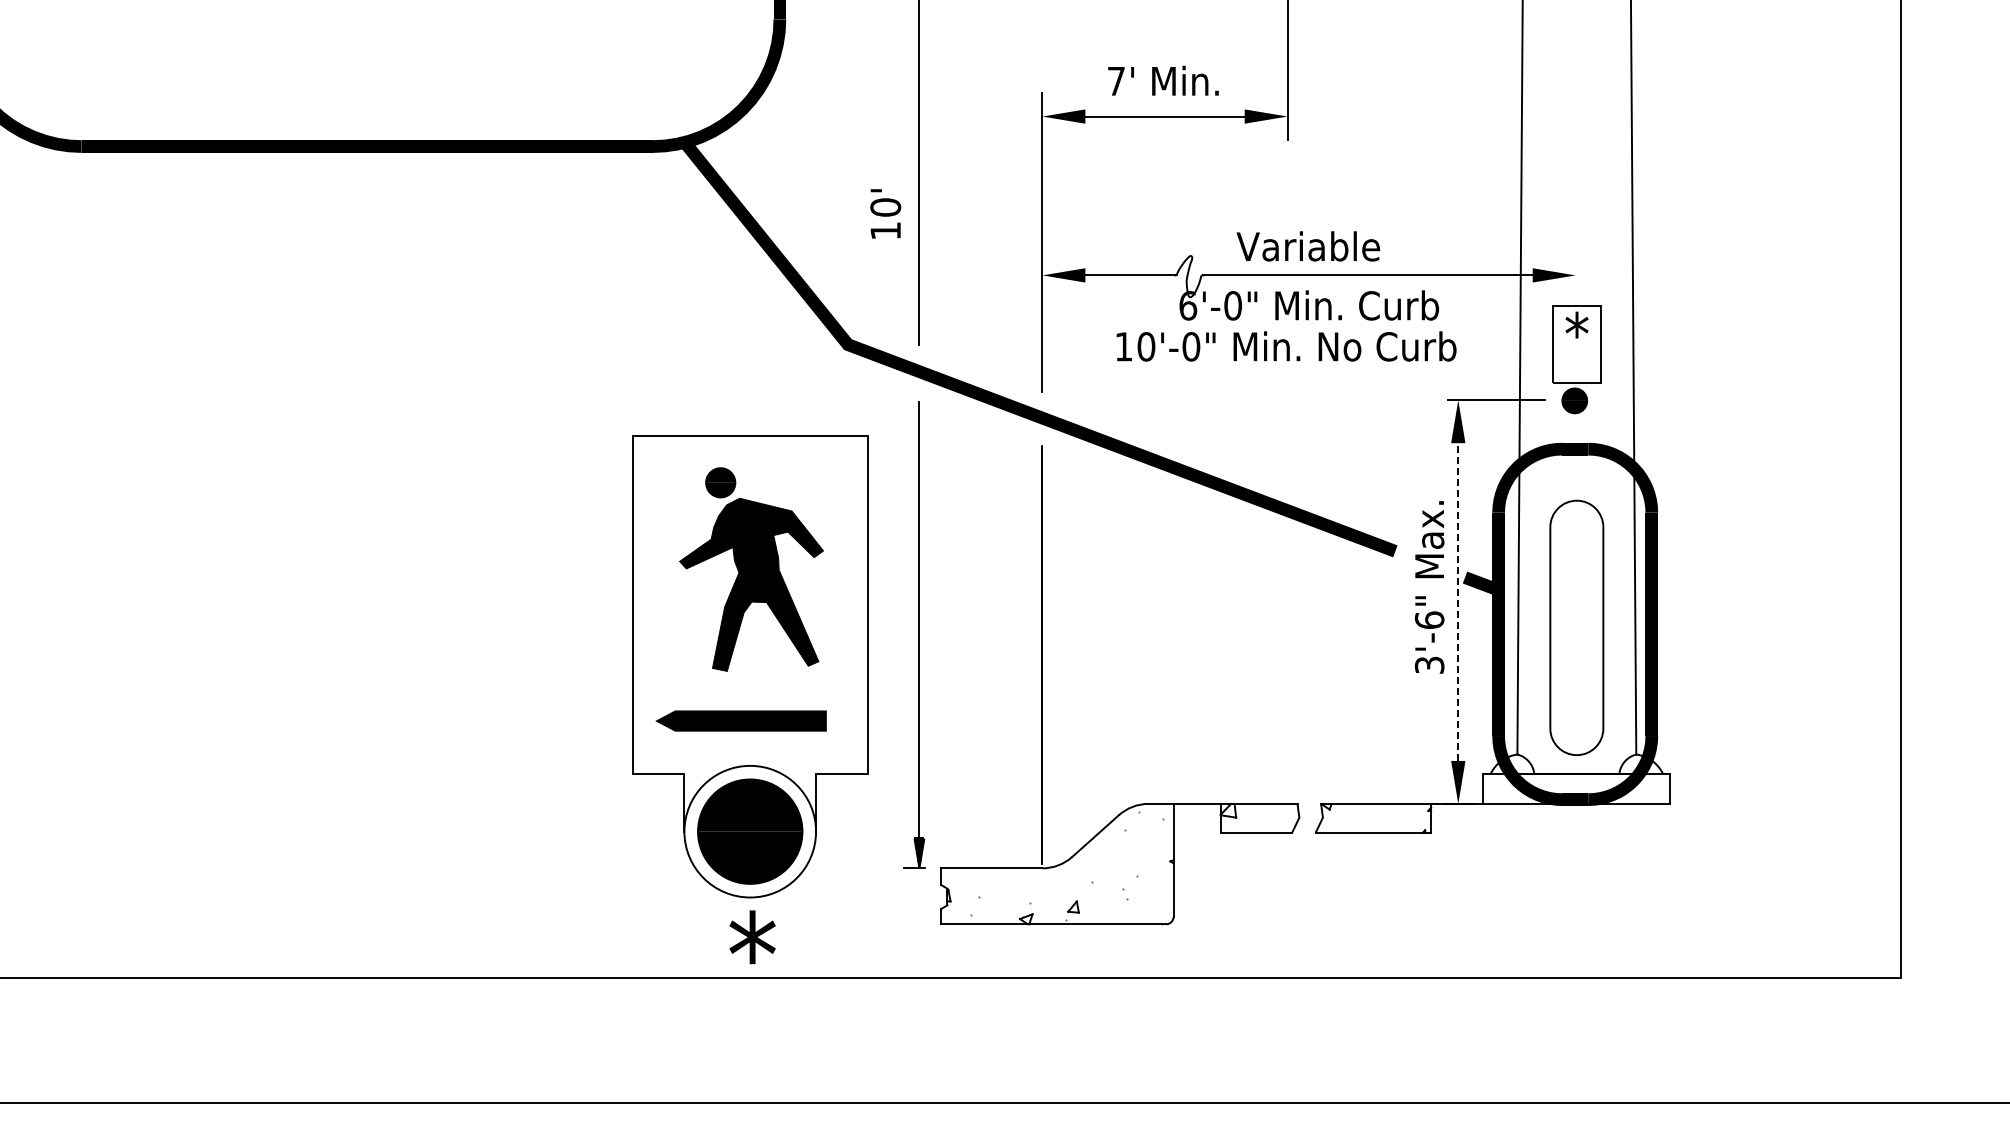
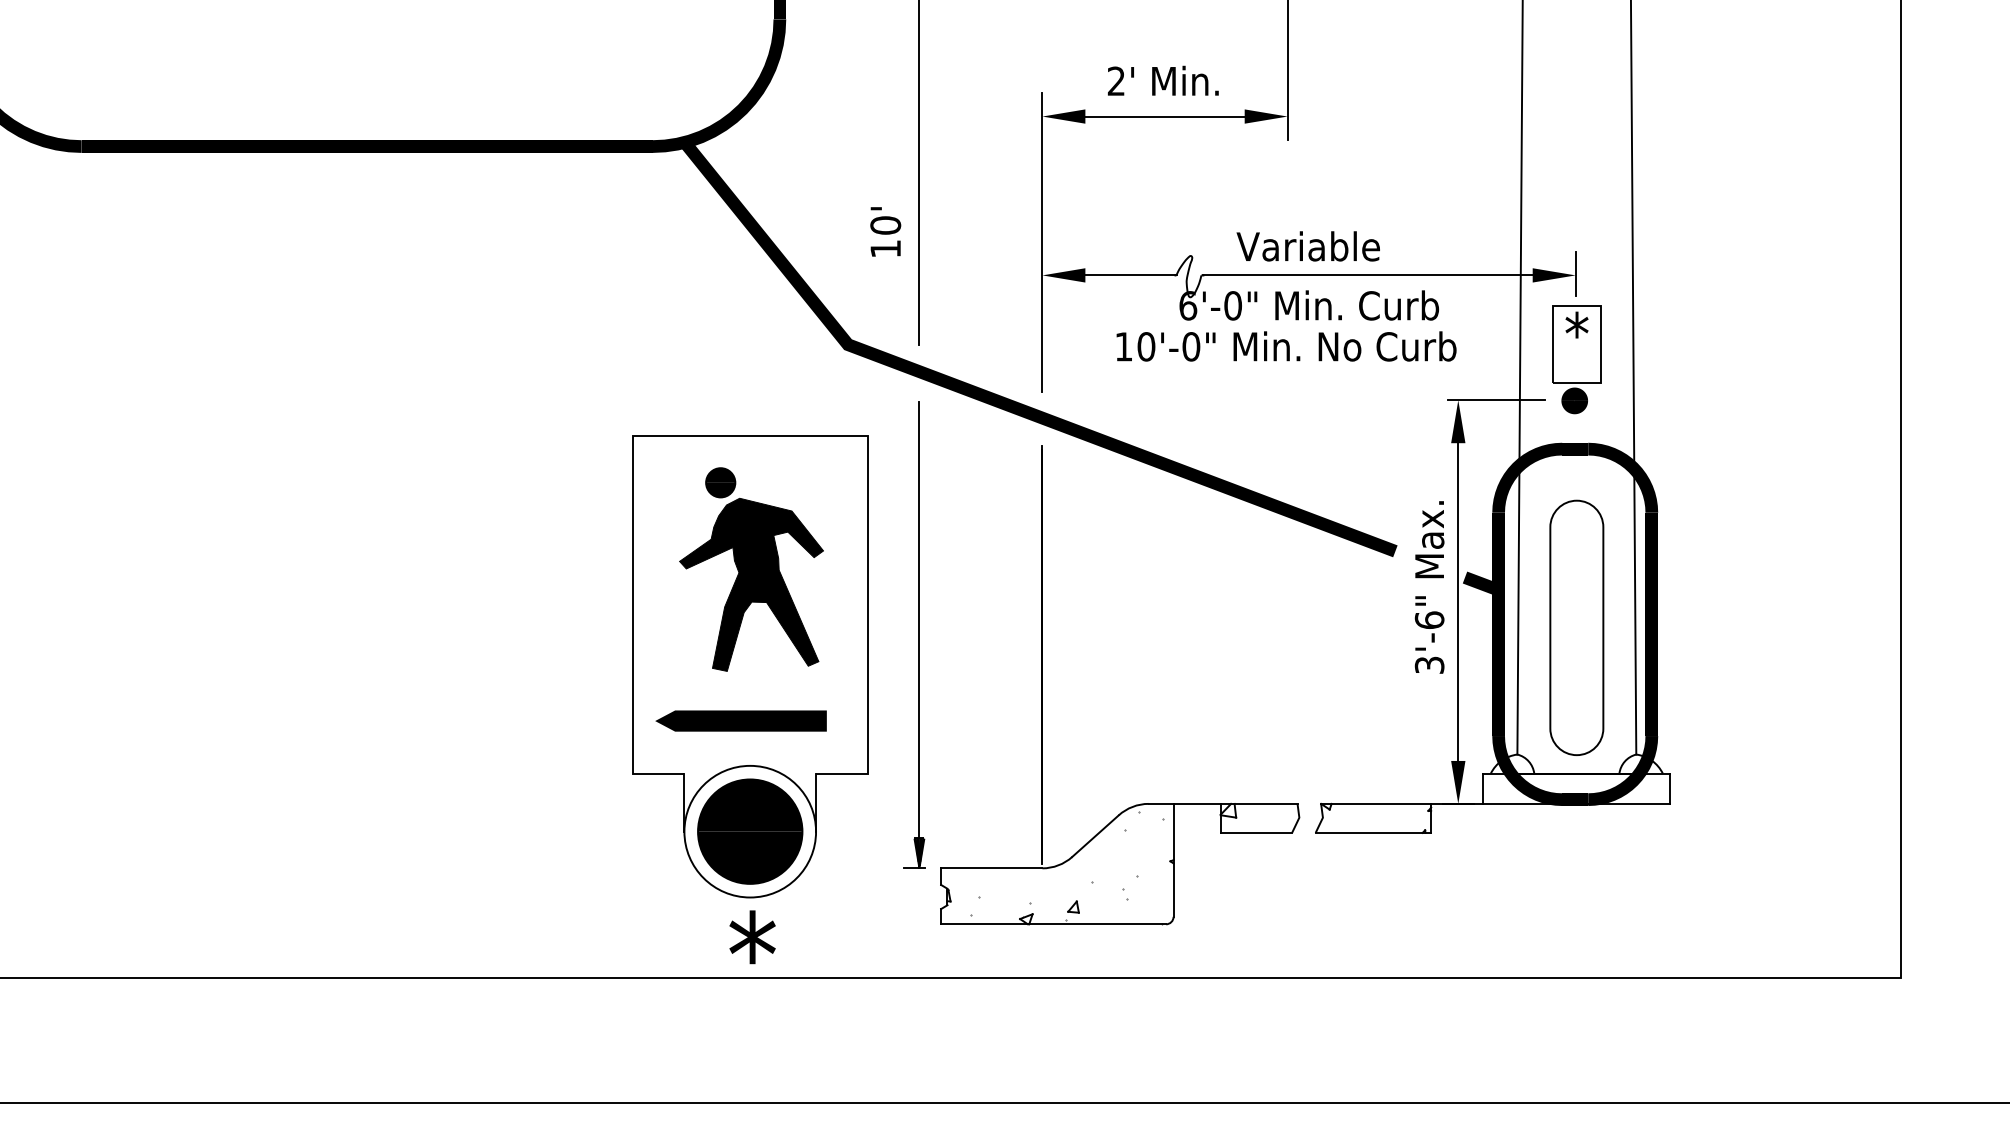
text at (1115, 80): 7' -> 2'
text at (885, 213) position: (885, 213) -> (885, 231)
line at (1575, 273): none -> present
line at (1458, 602): dashed -> solid
